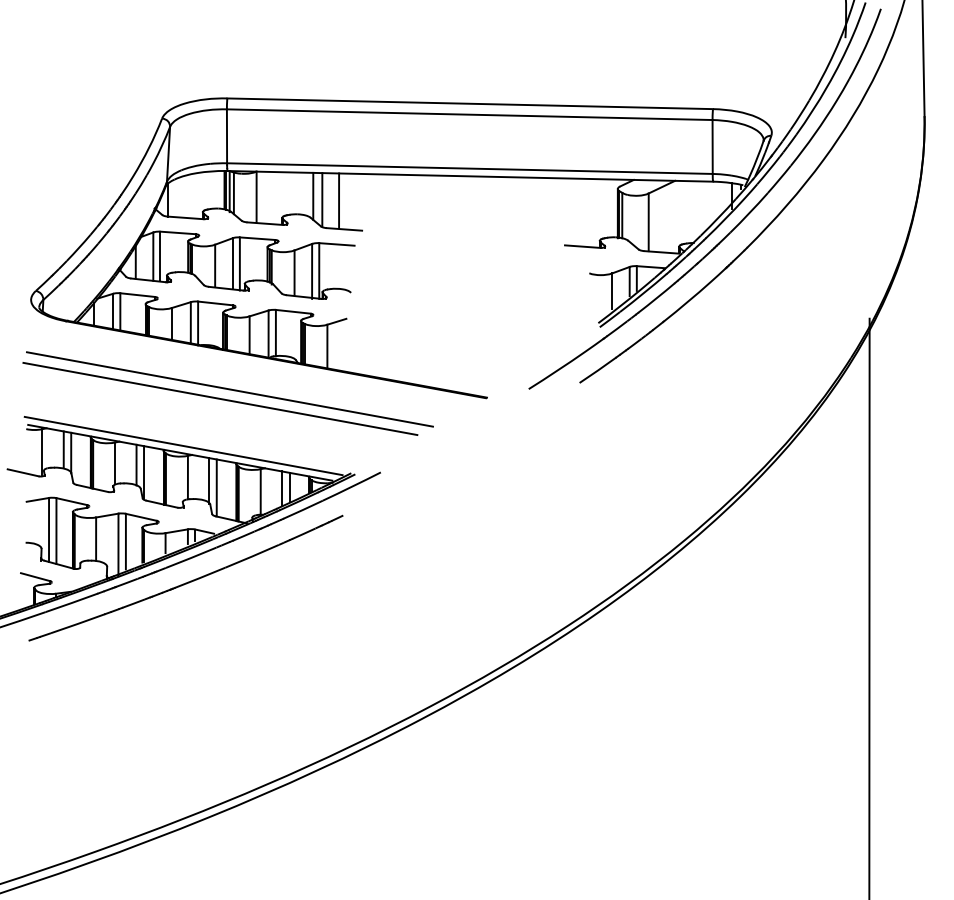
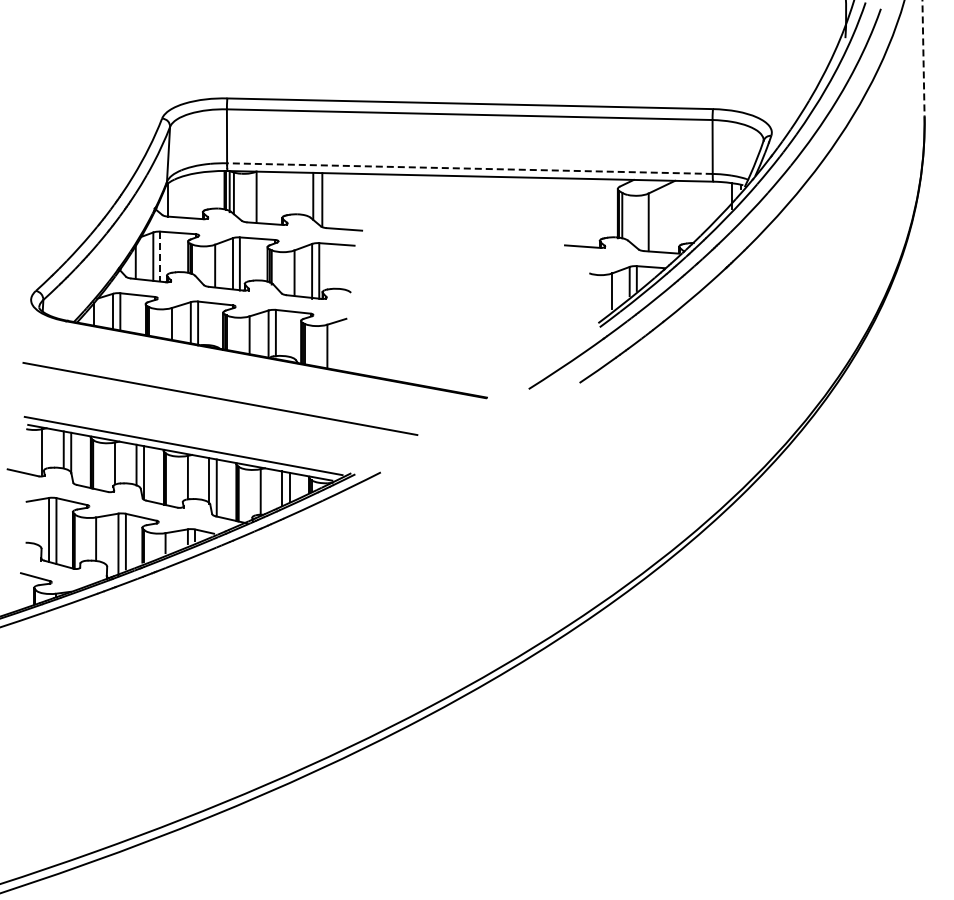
line at (923, 58): solid -> dashed
line at (469, 168): solid -> dashed
line at (339, 200): present -> none
line at (160, 256): solid -> dashed
line at (229, 389): present -> none
part at (185, 577): present -> none
line at (869, 607): present -> none
